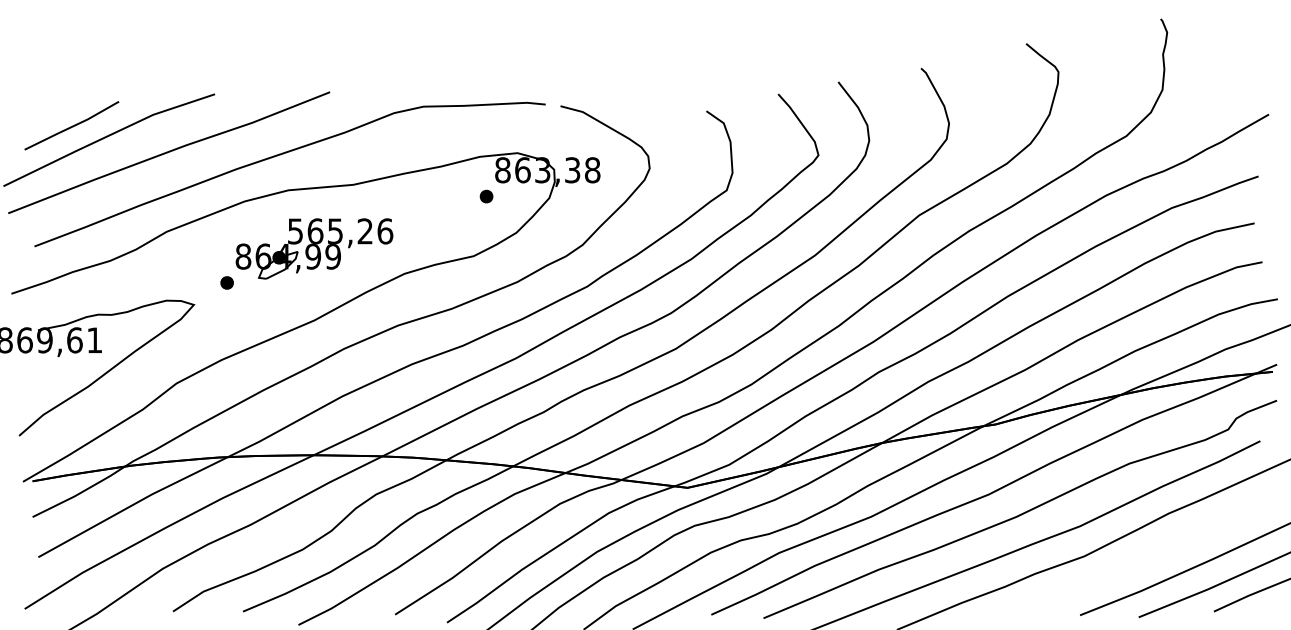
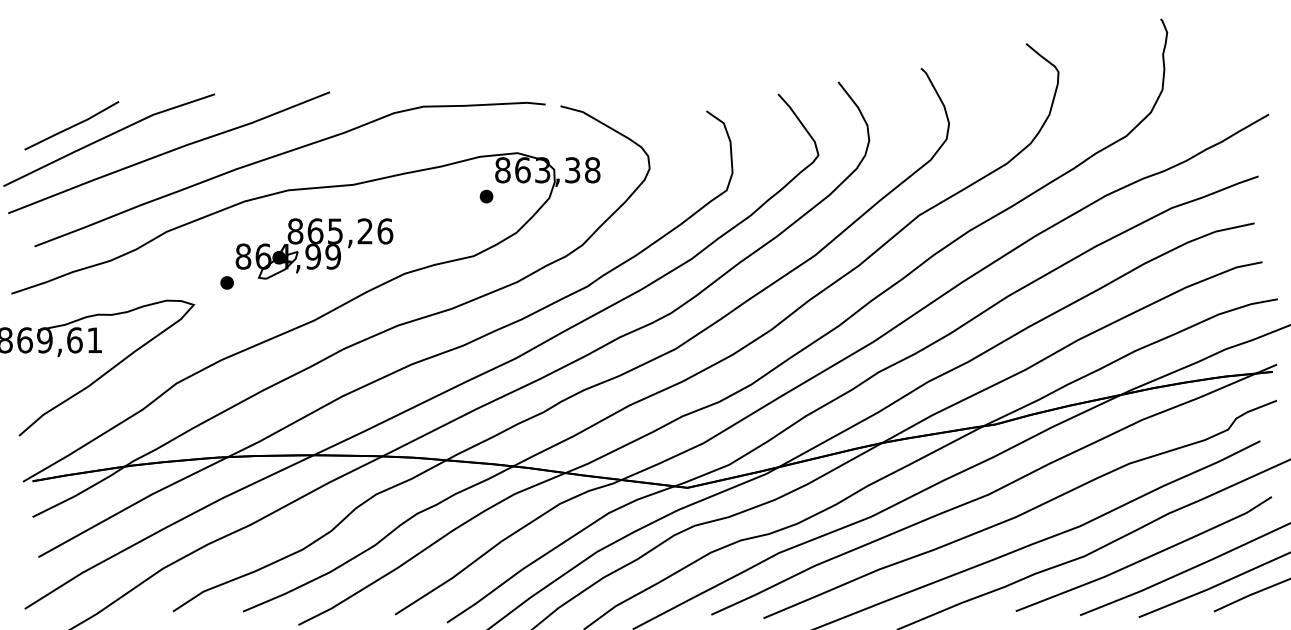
text at (295, 231): 565,26 -> 865,26
part at (1143, 553): none -> present
